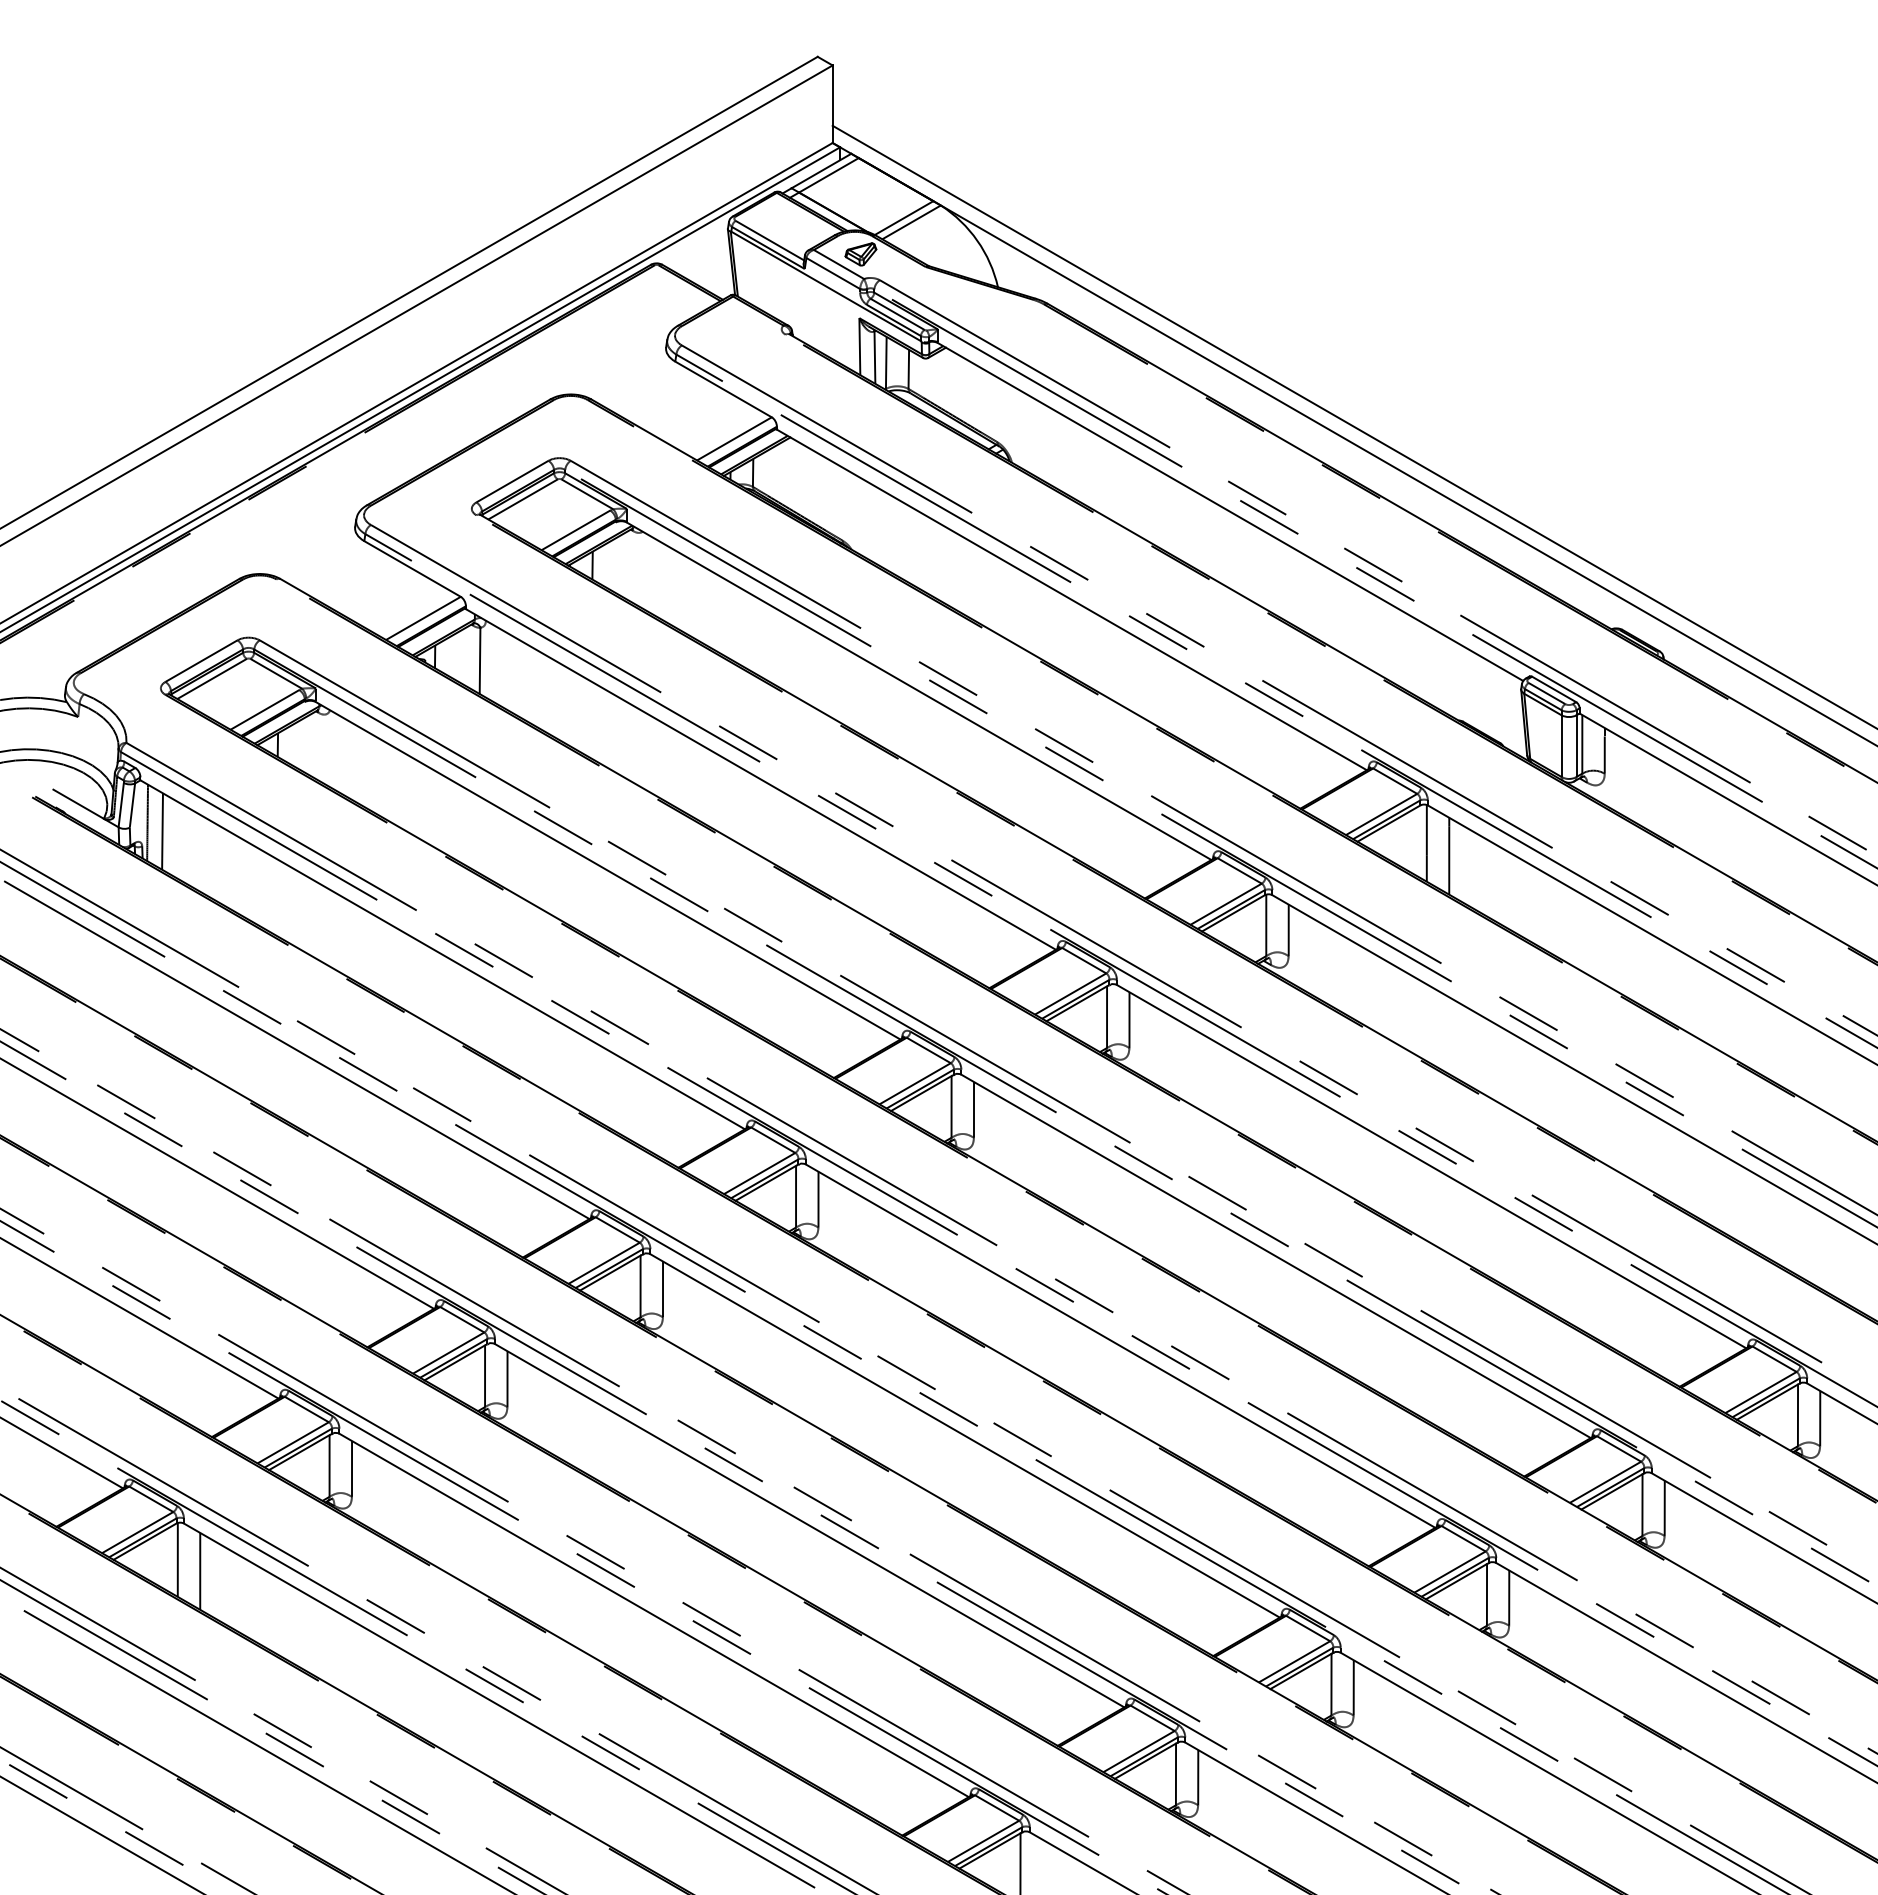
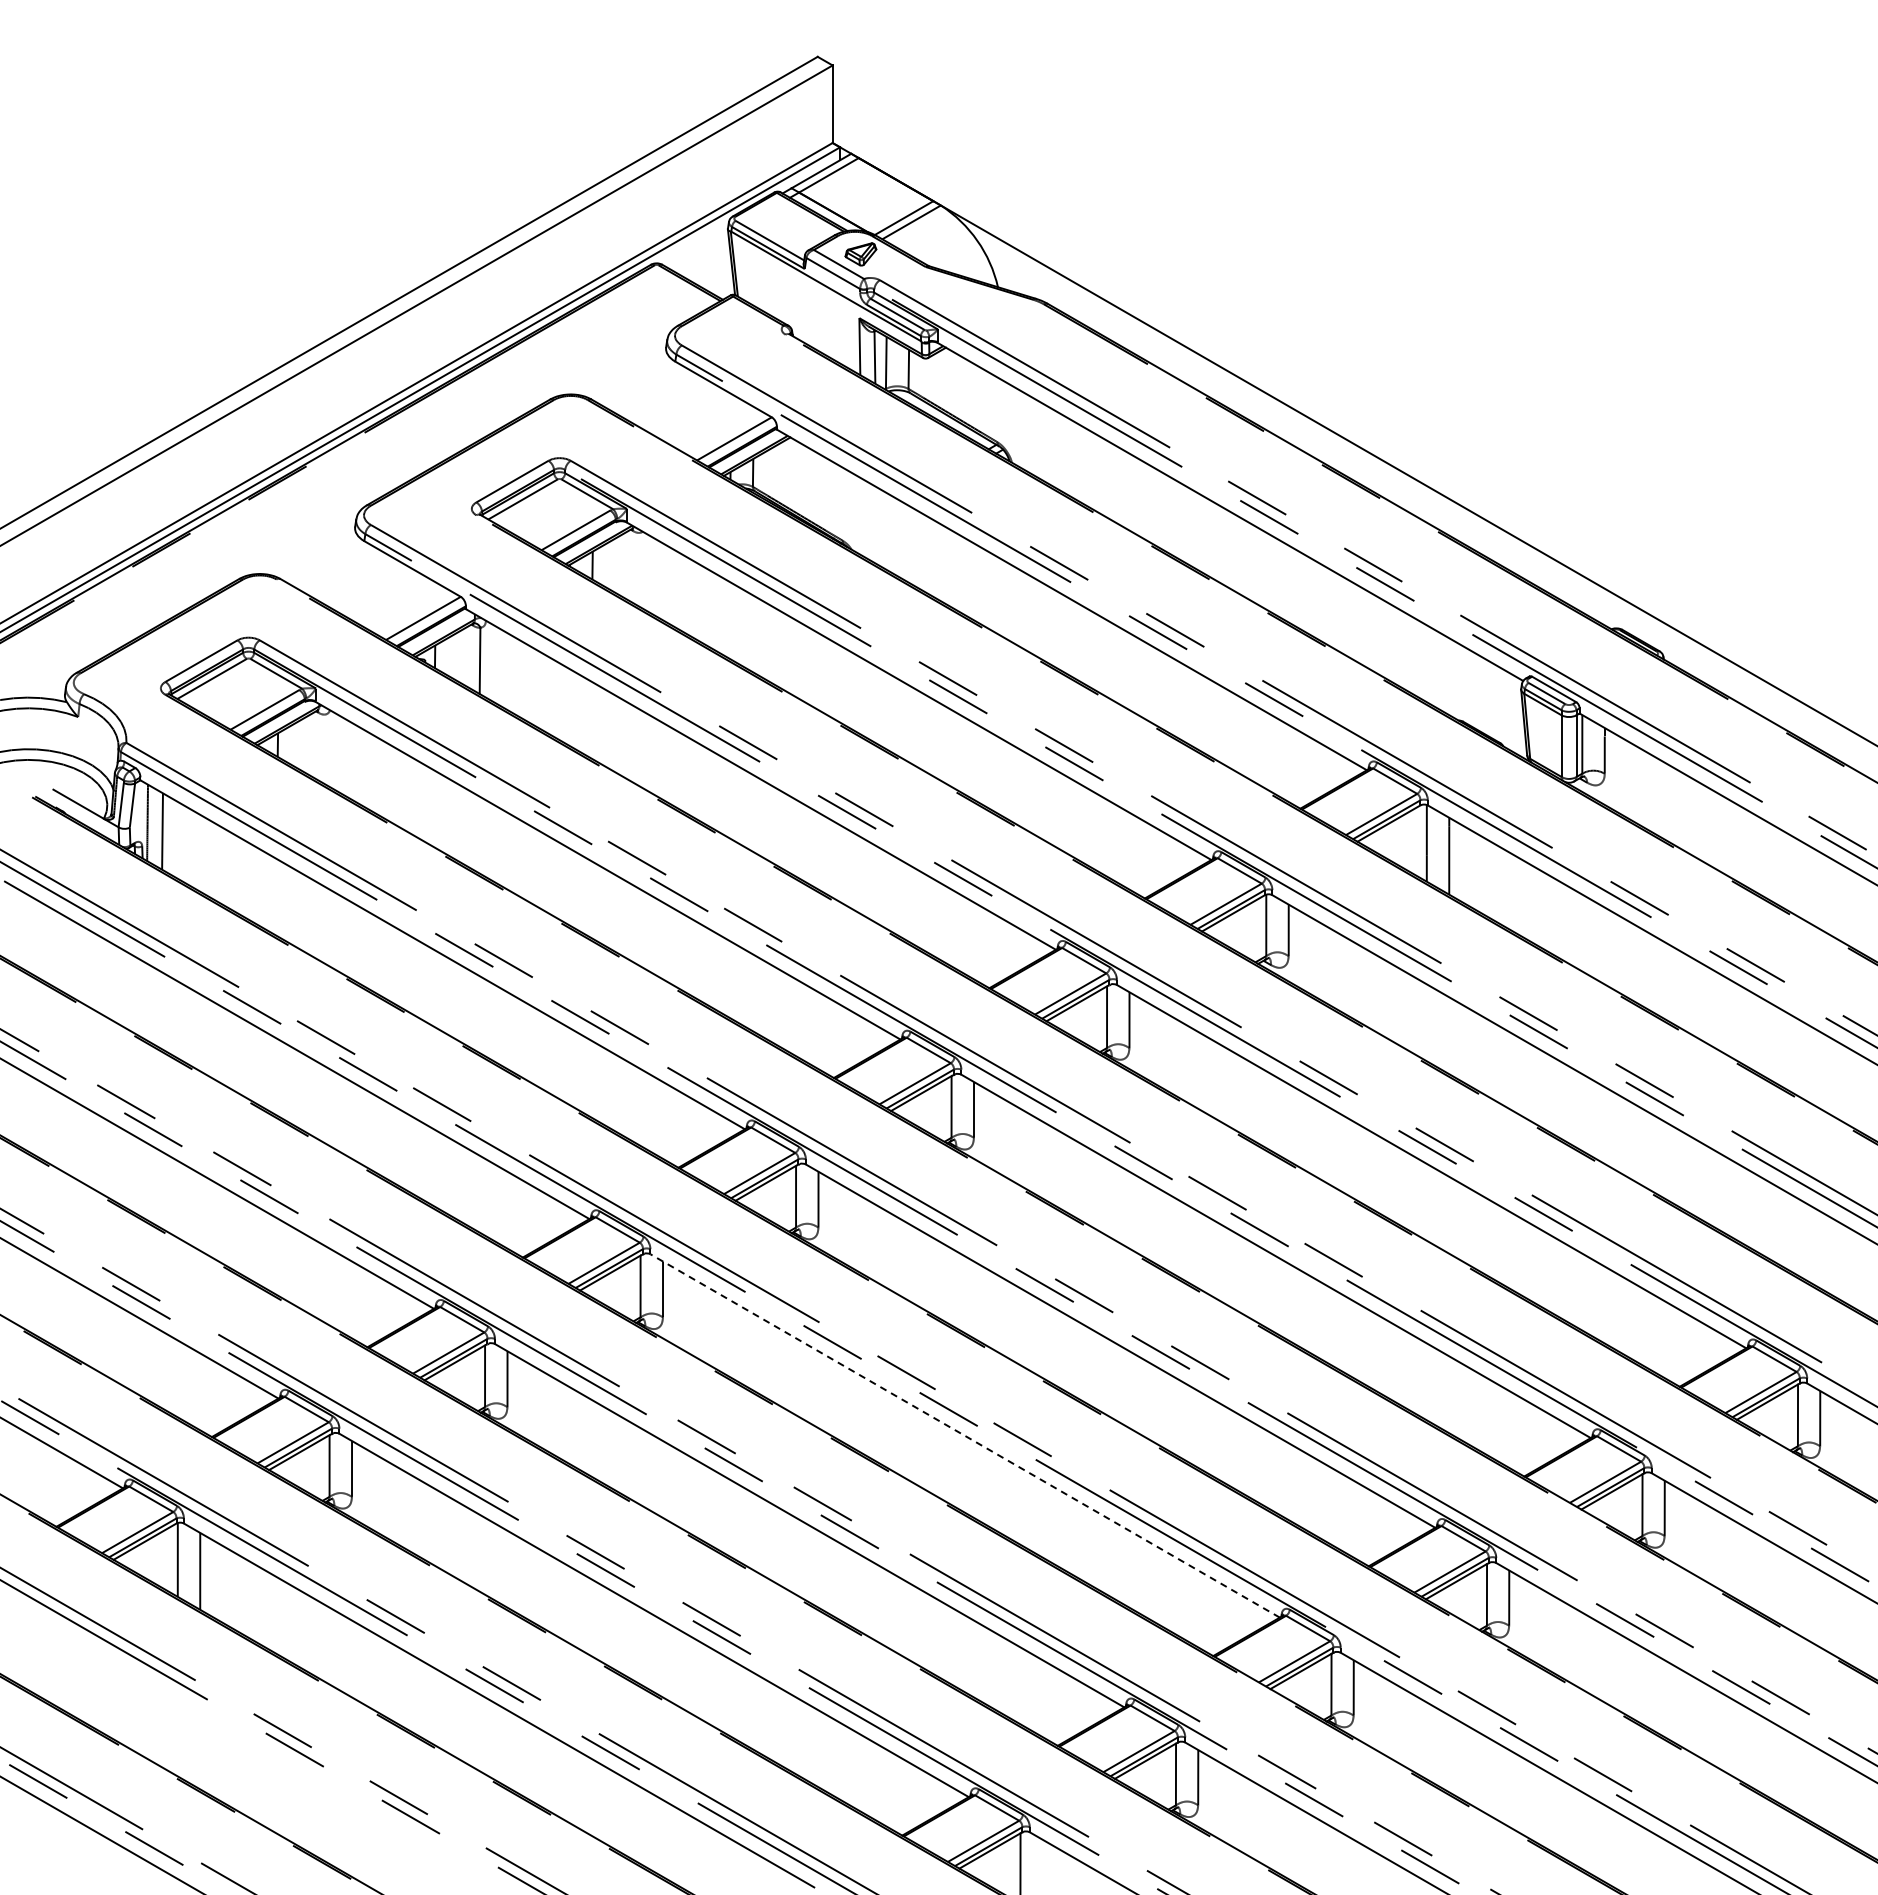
line at (1353, 426): present -> none
line at (964, 1435): solid -> dashed
line at (267, 1751): present -> none
